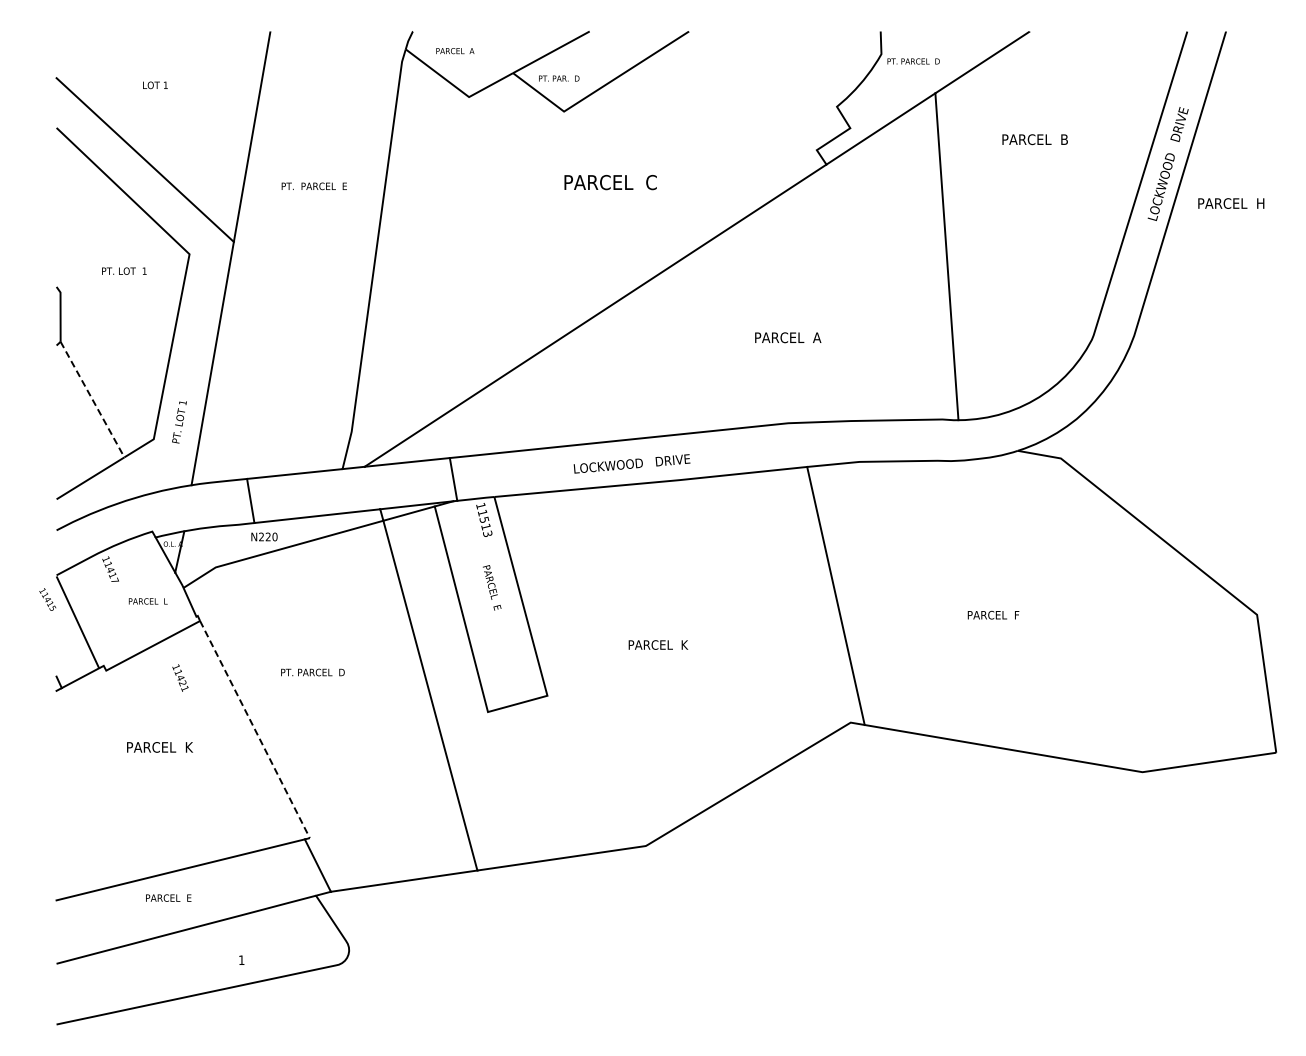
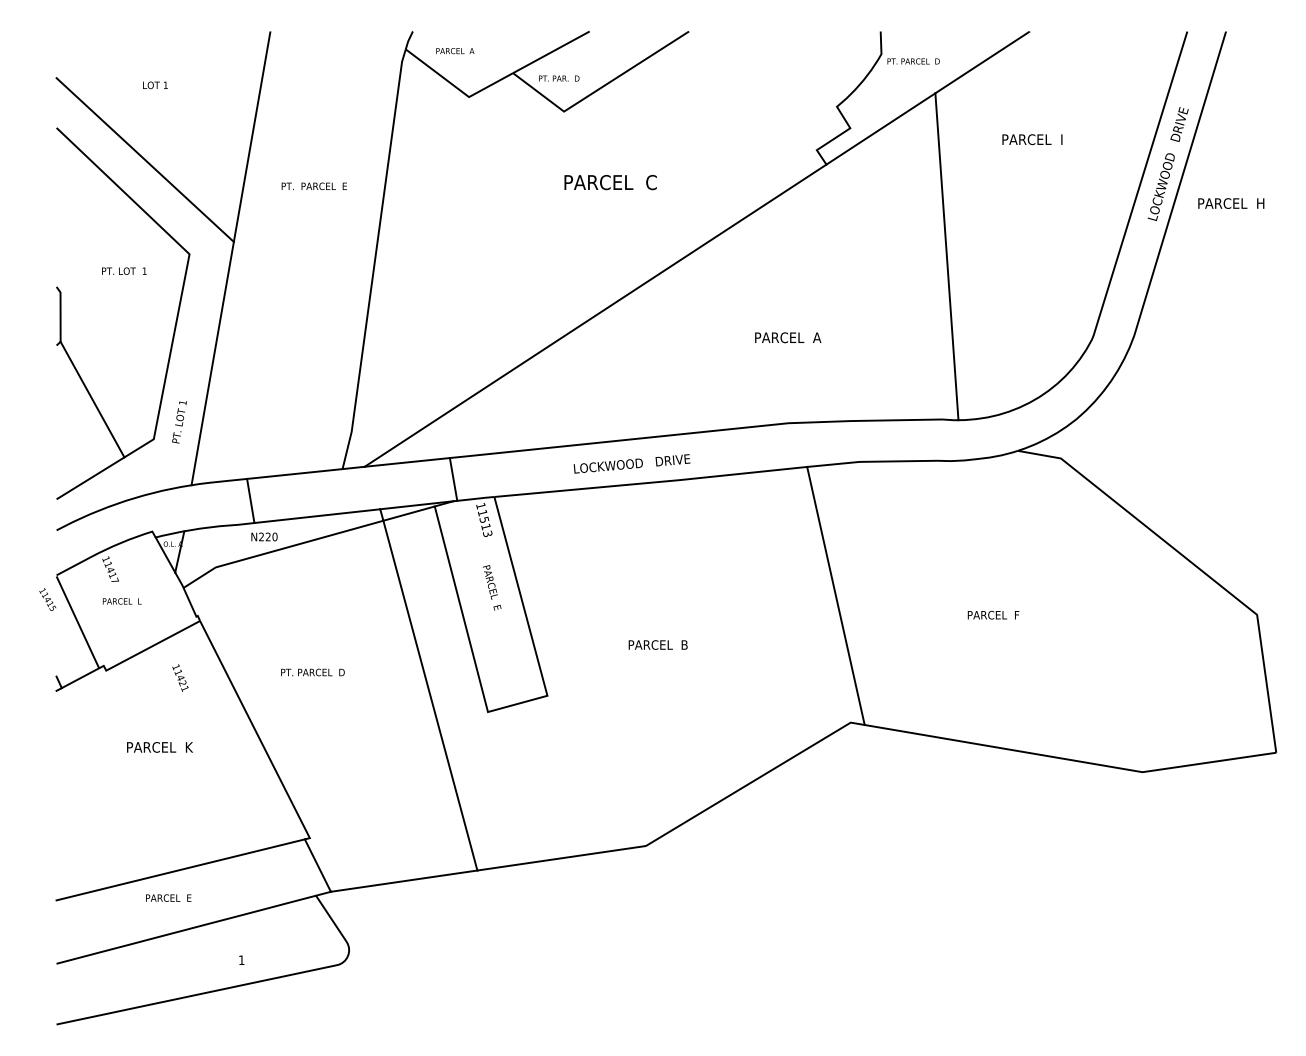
text at (1064, 139): PARCEL  B -> PARCEL  I
line at (92, 400): dashed -> solid
text at (147, 601) position: (147, 601) -> (121, 601)
text at (685, 644): PARCEL  K -> PARCEL  B
line at (256, 733): dashed -> solid
